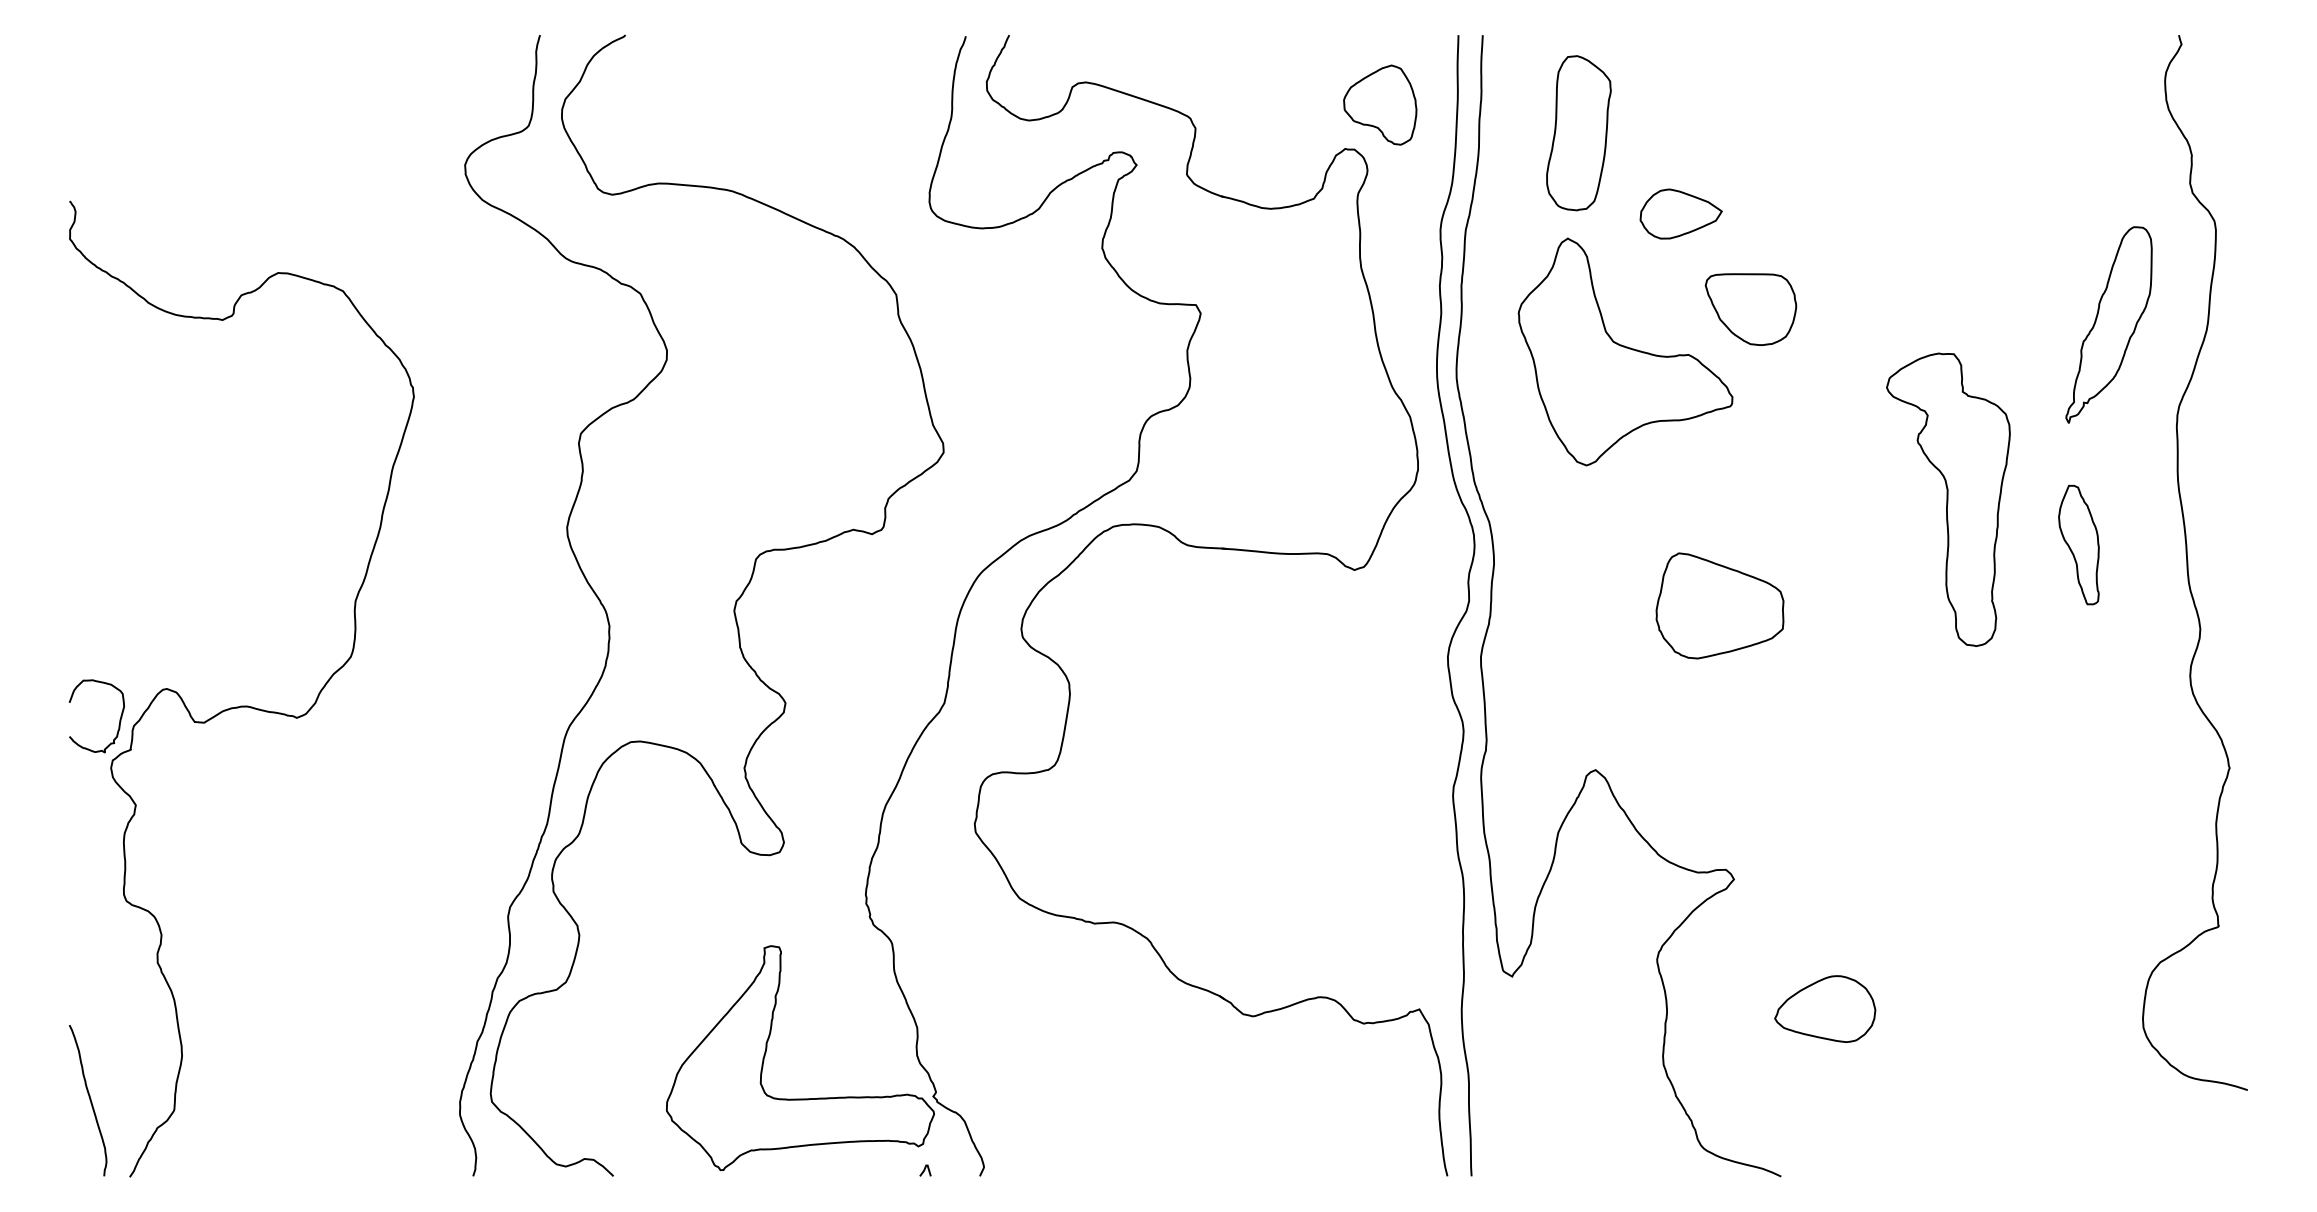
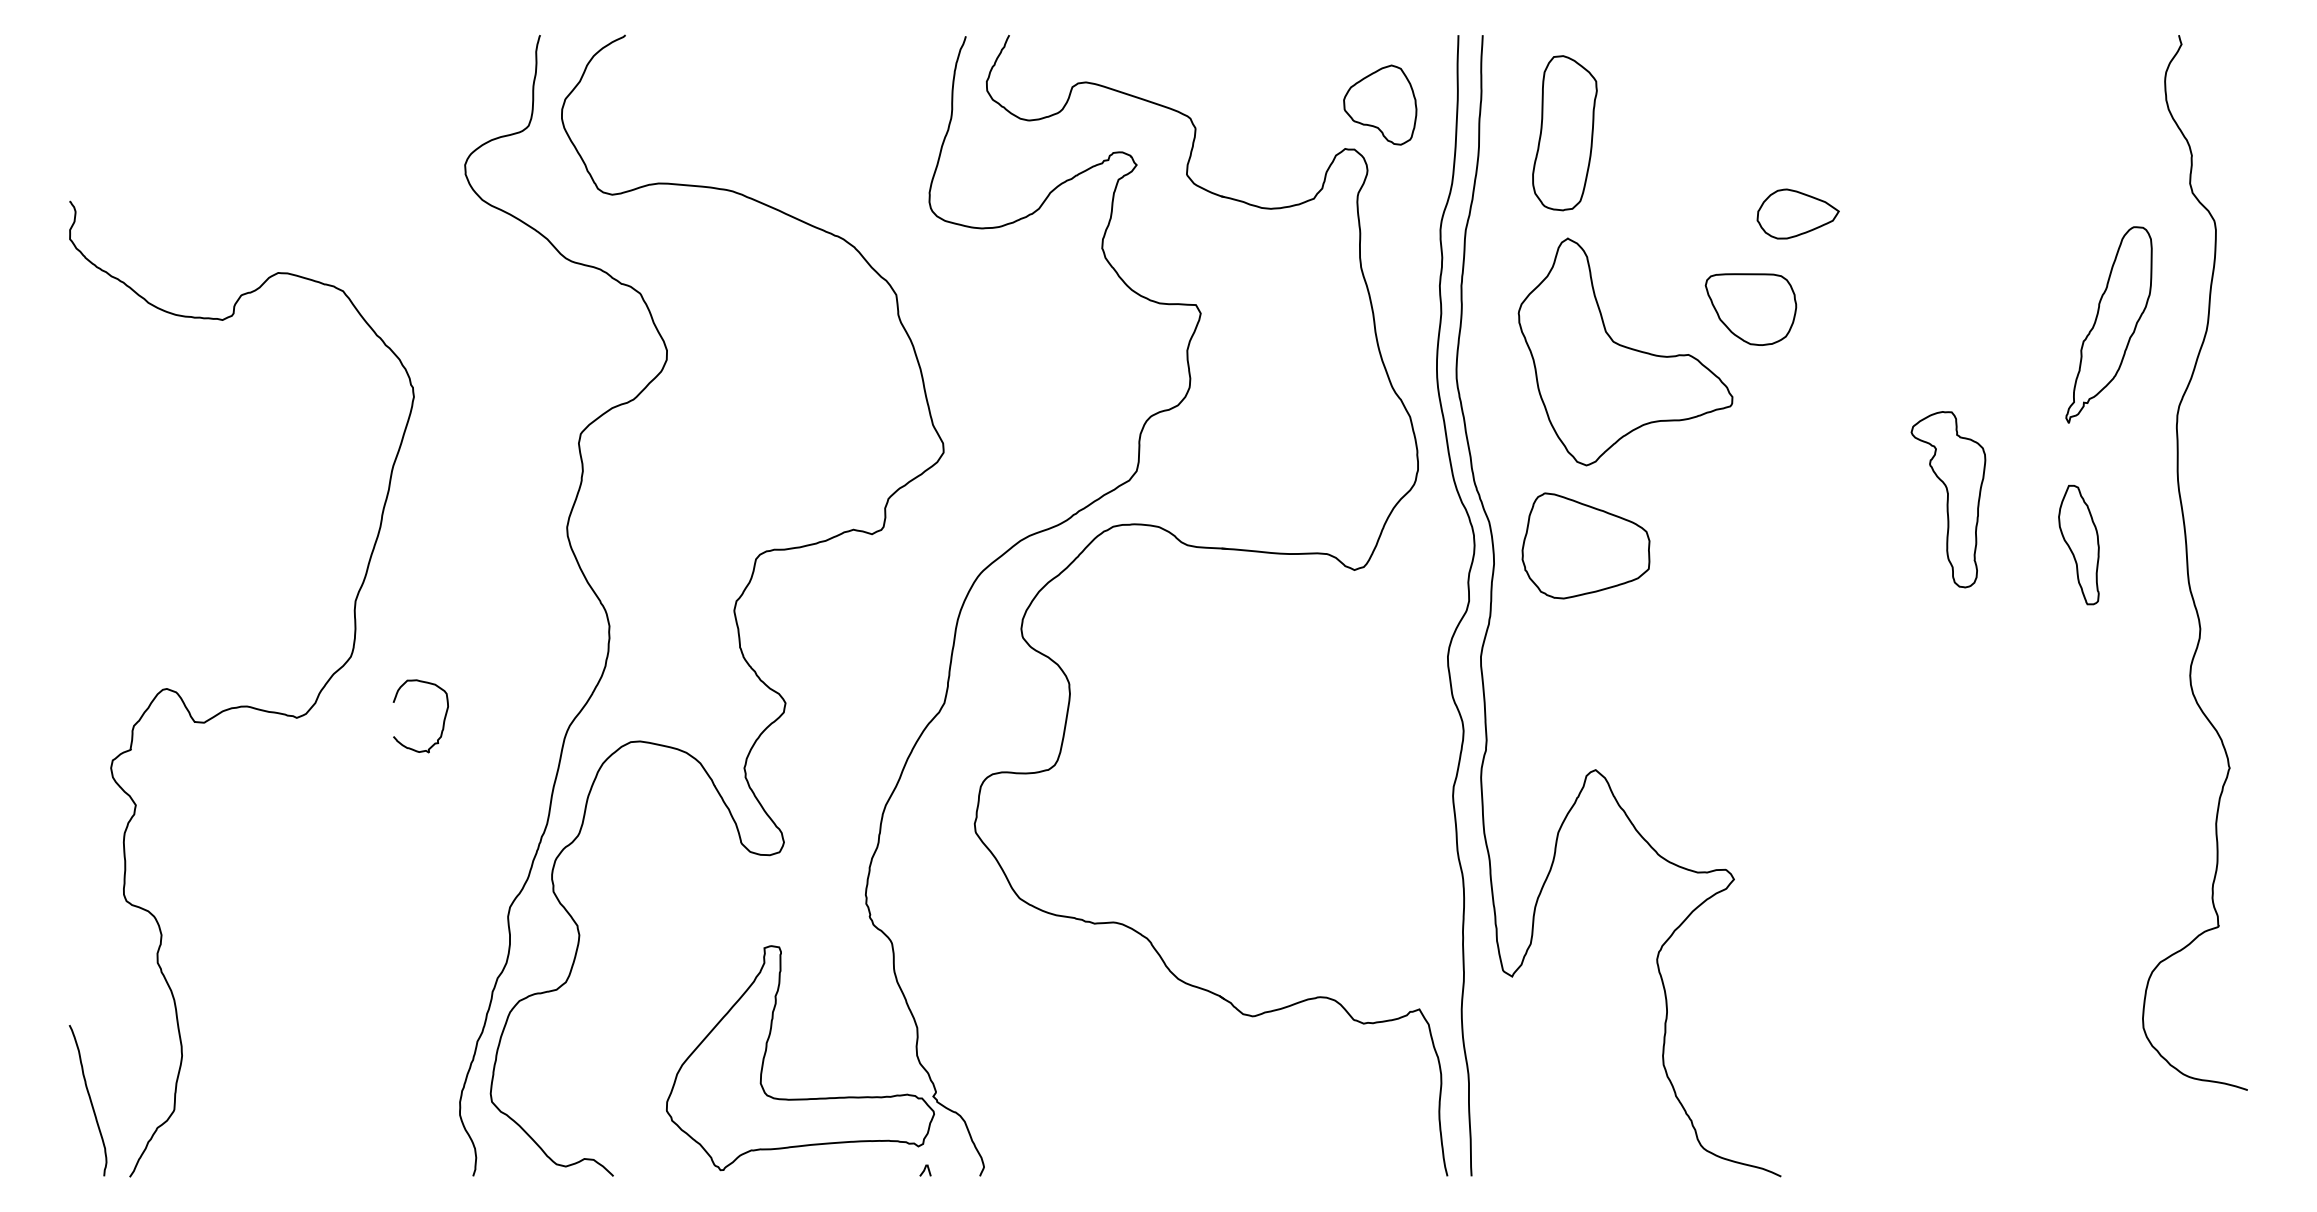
part at (1578, 133) position: (1578, 133) -> (1564, 133)
part at (1680, 213) position: (1680, 213) -> (1797, 213)
part at (1948, 499) size: 125x295 px -> 77x178 px
part at (1719, 605) position: (1719, 605) -> (1585, 545)
curve at (119, 719) position: (119, 719) -> (443, 719)
part at (1825, 1009): present -> none
